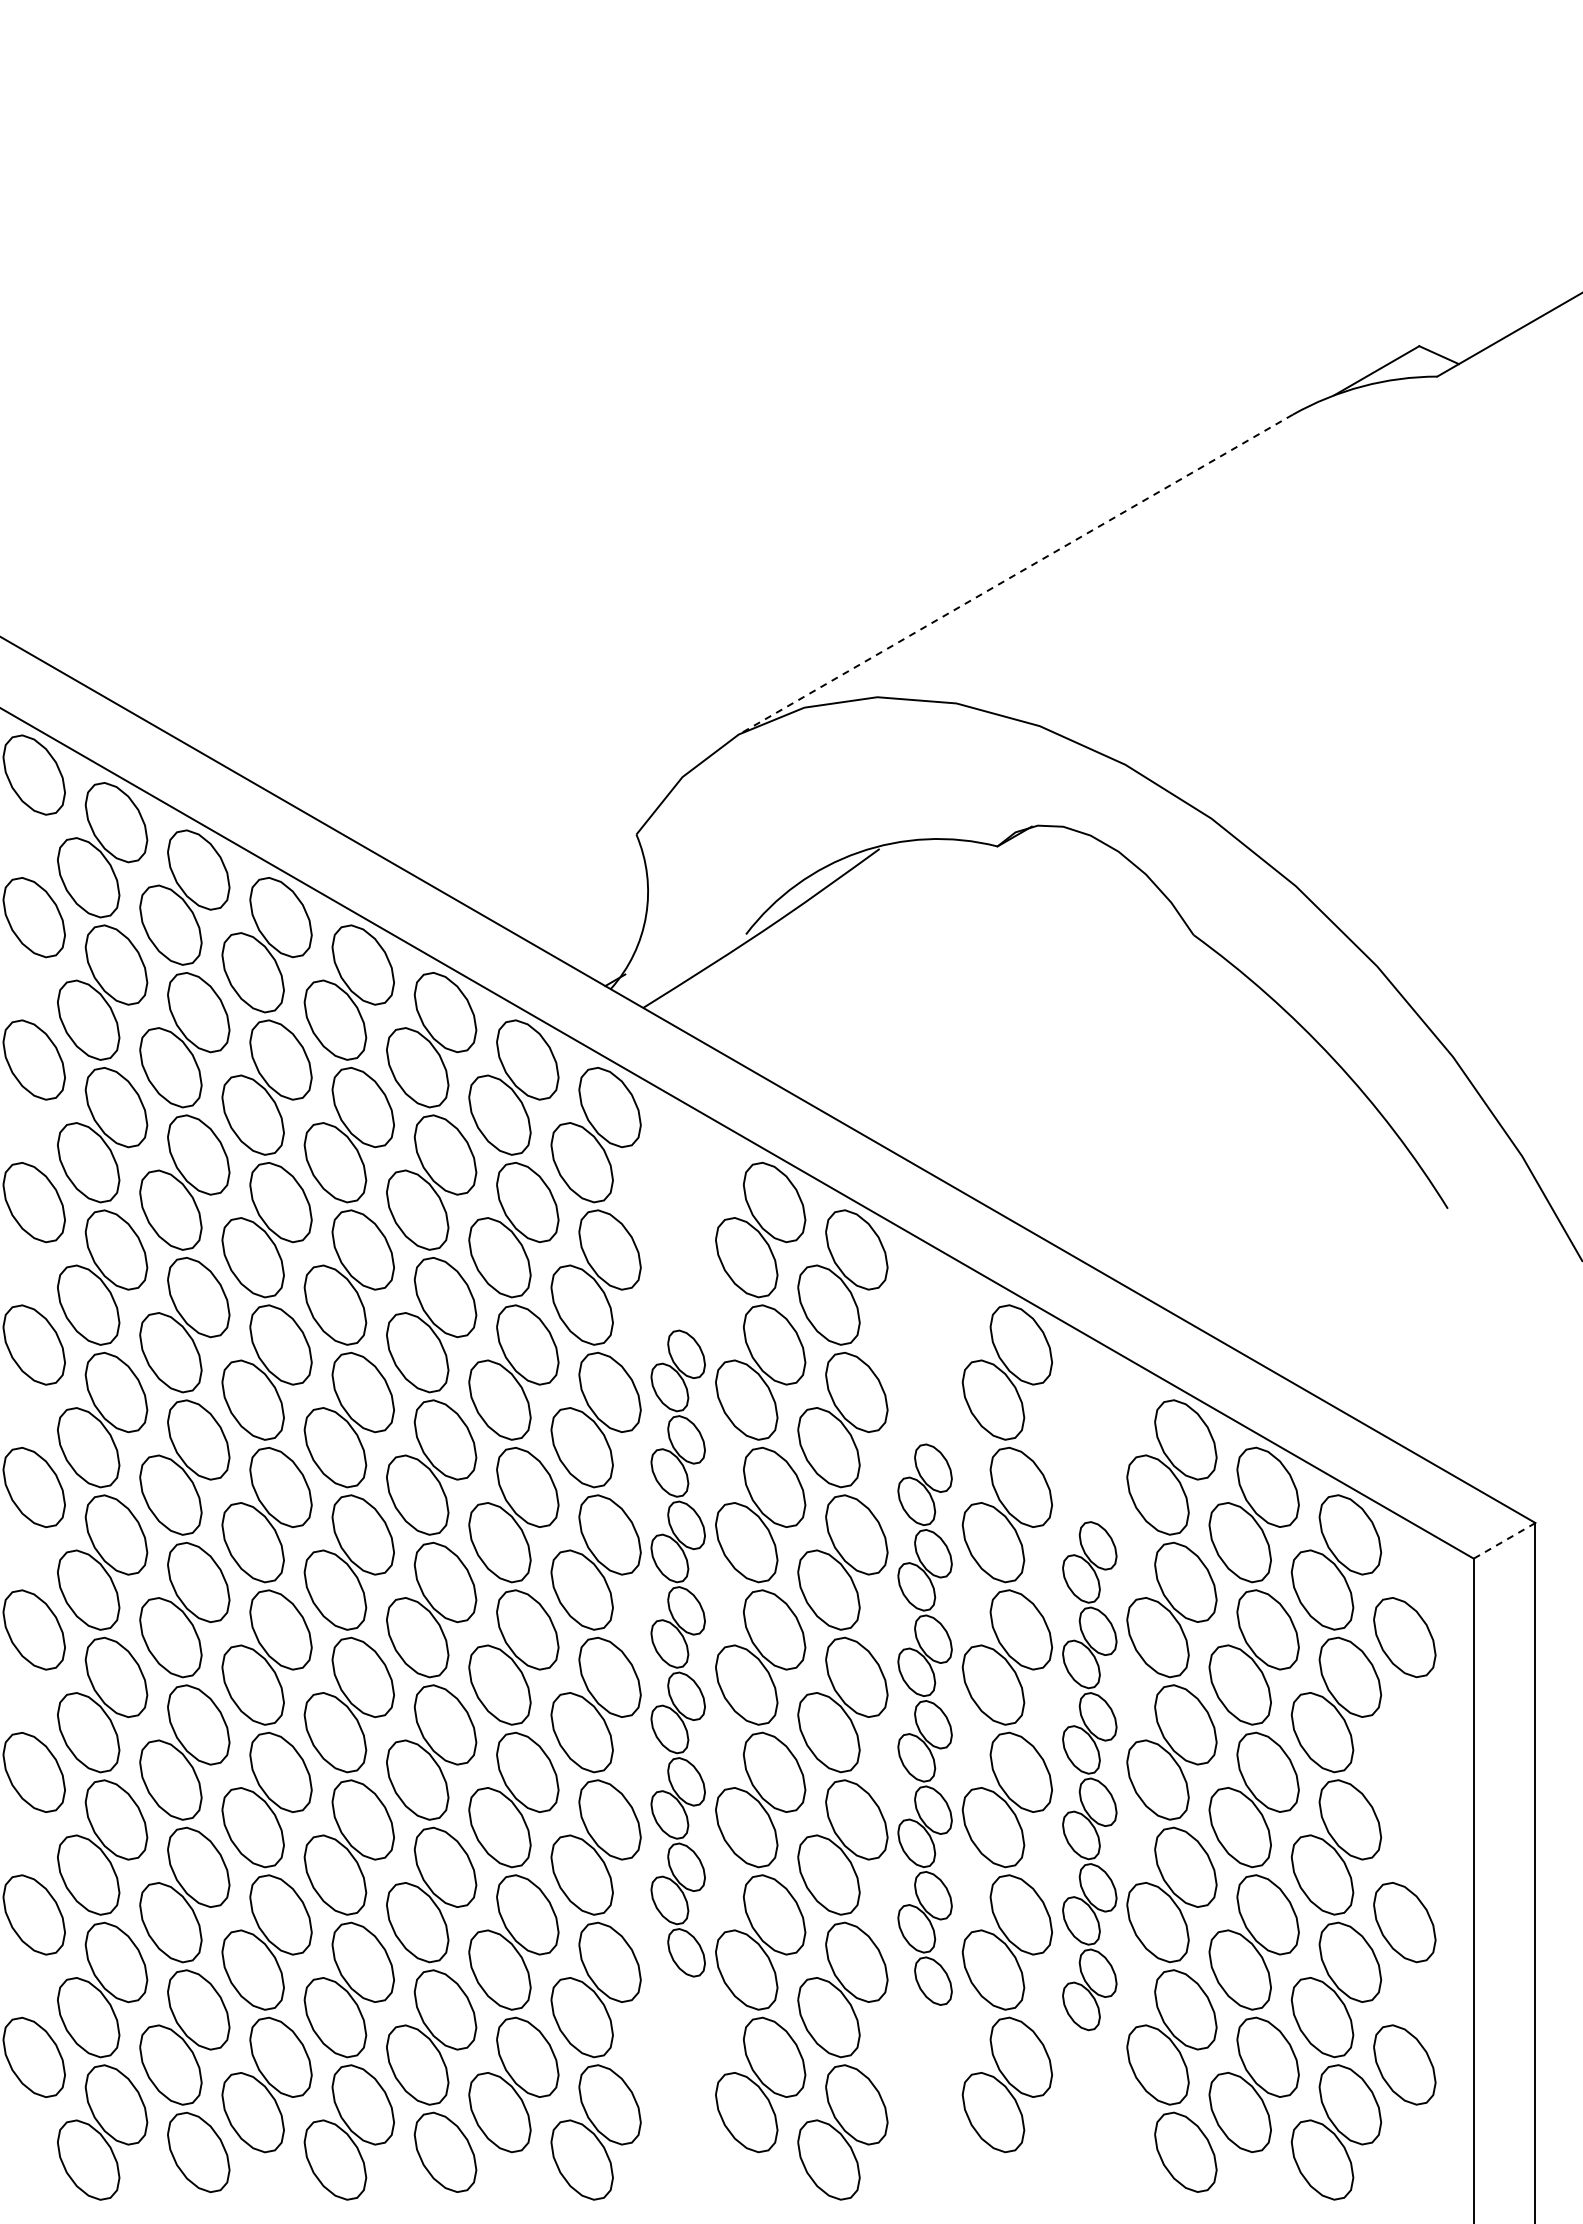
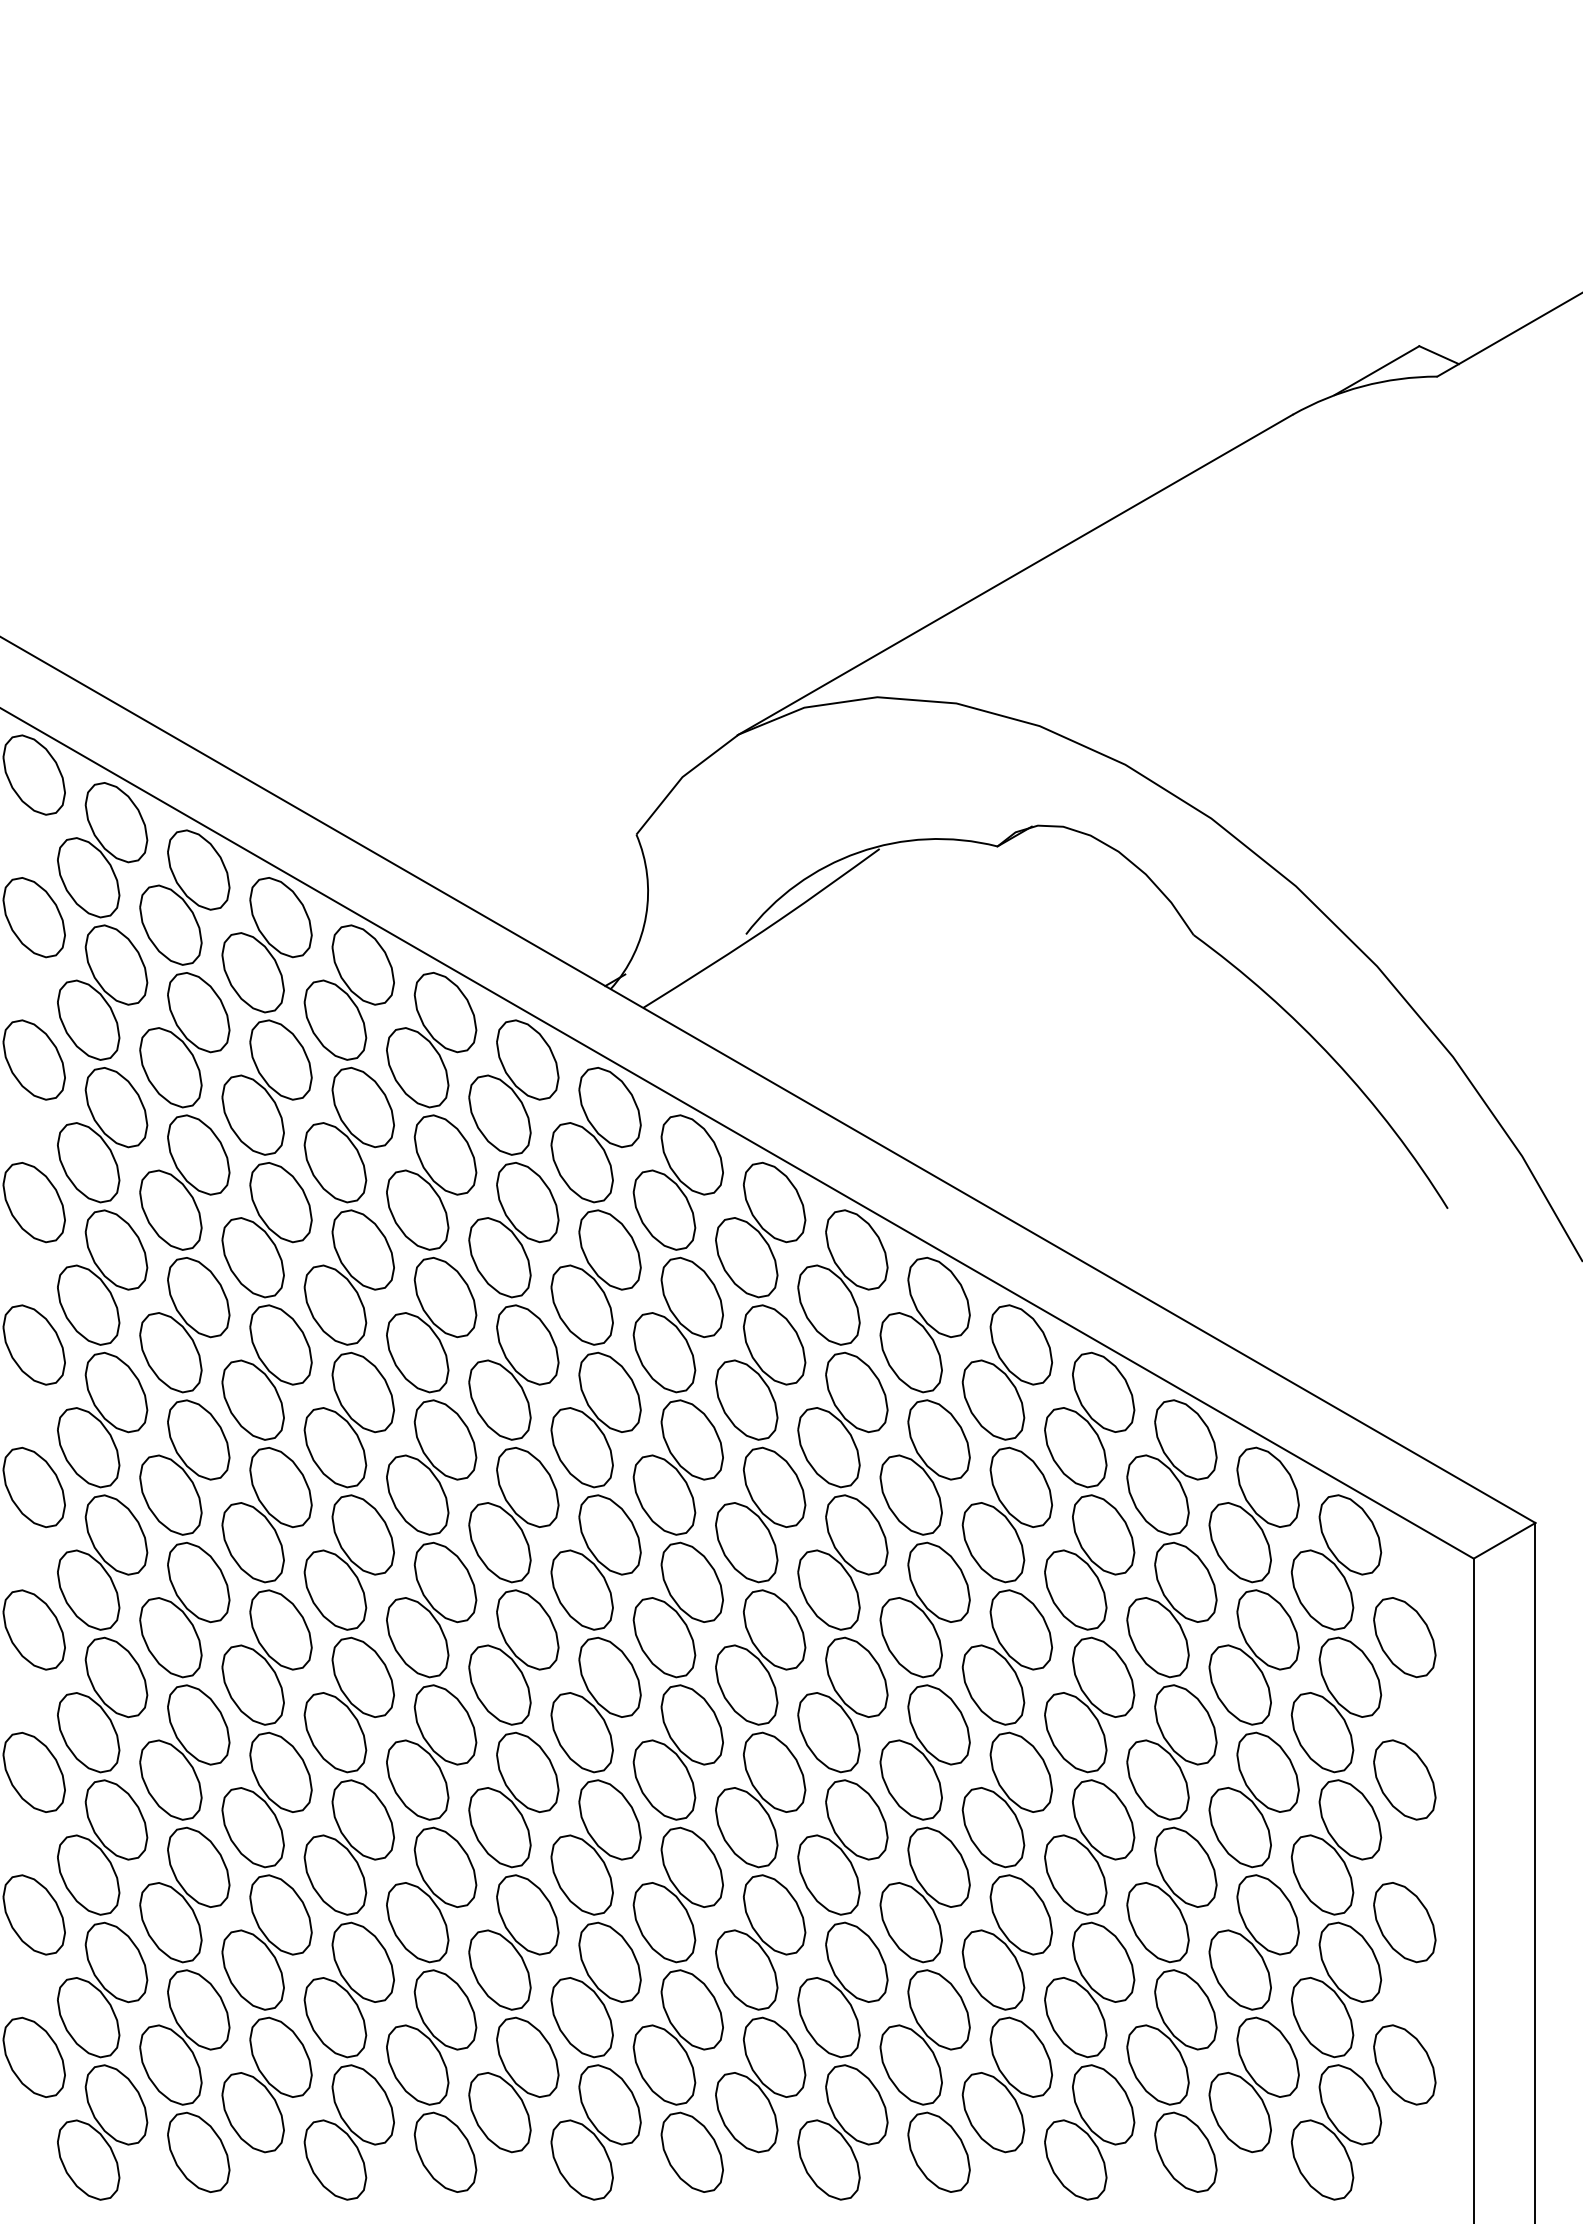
line at (1015, 574): dashed -> solid
line at (1504, 1540): dashed -> solid
part at (677, 1653) size: 56x649 px -> 92x1079 px
part at (924, 1724) size: 56x563 px -> 92x937 px
part at (1089, 1776) size: 56x511 px -> 92x850 px
part at (1404, 1779): none -> present
